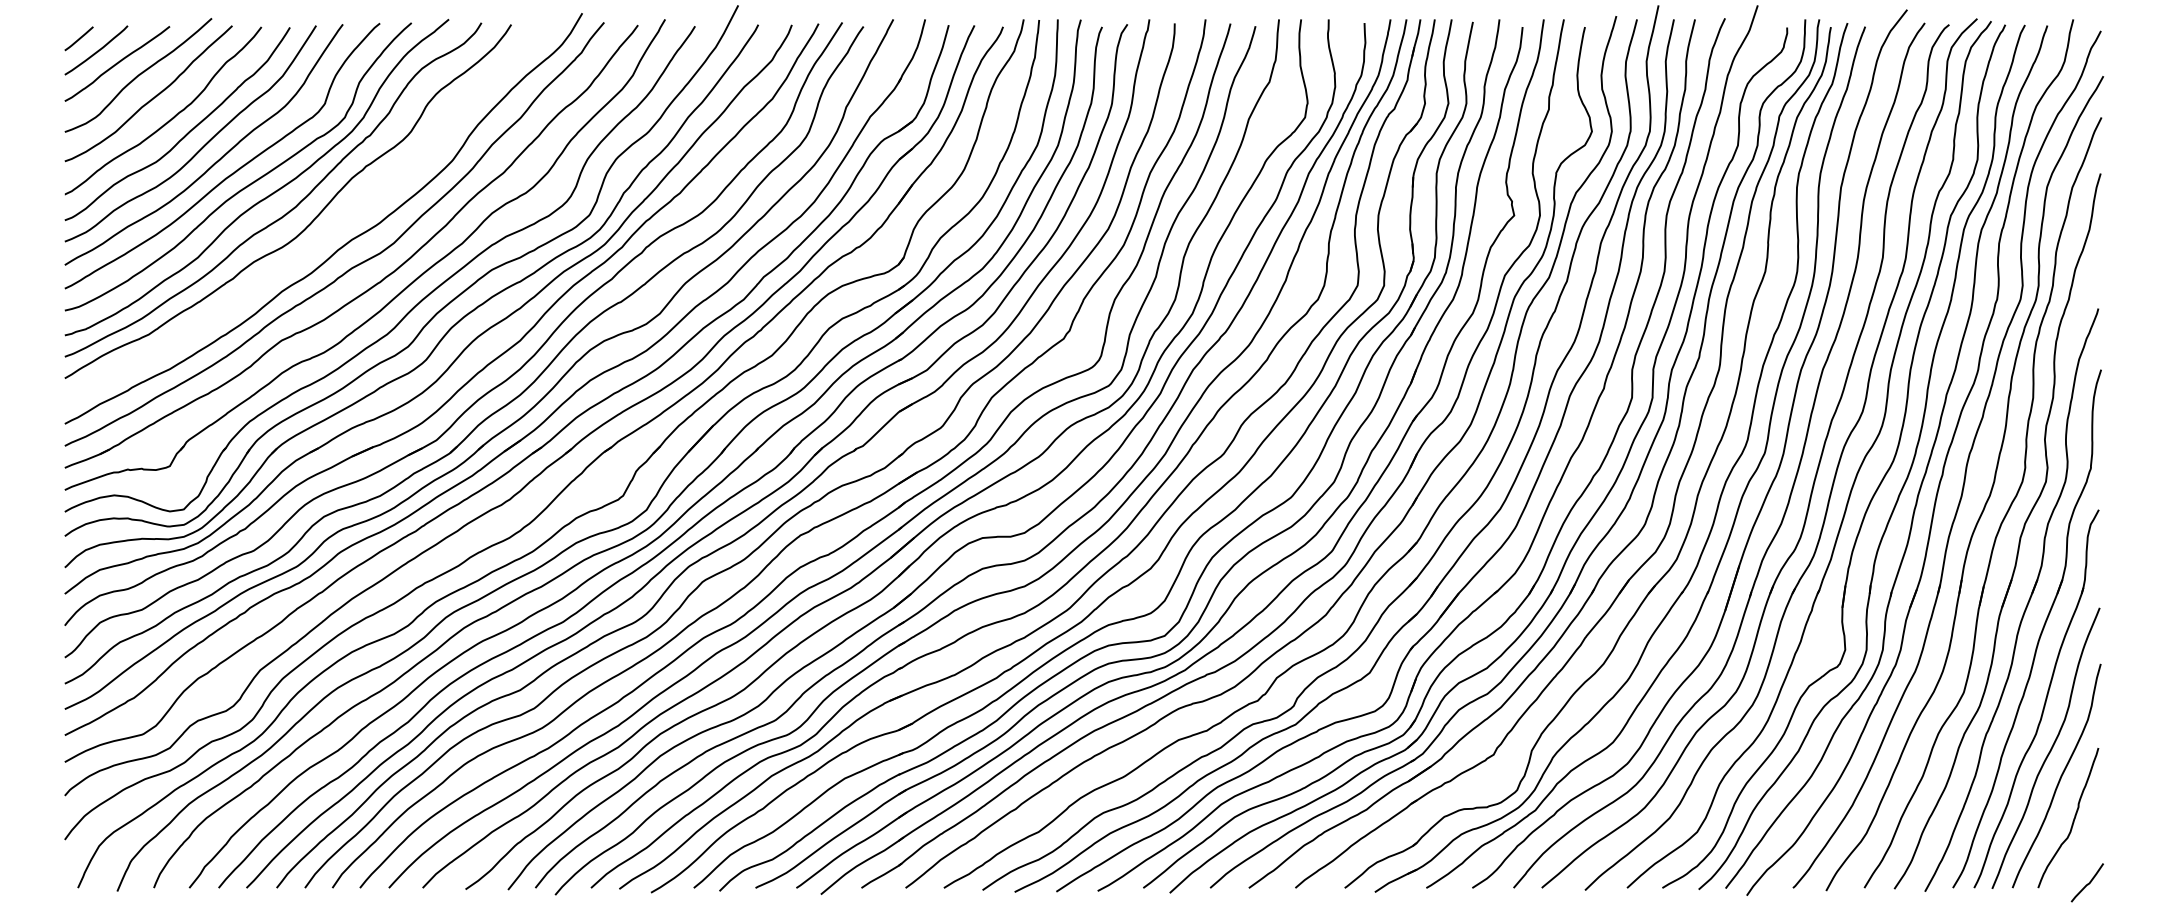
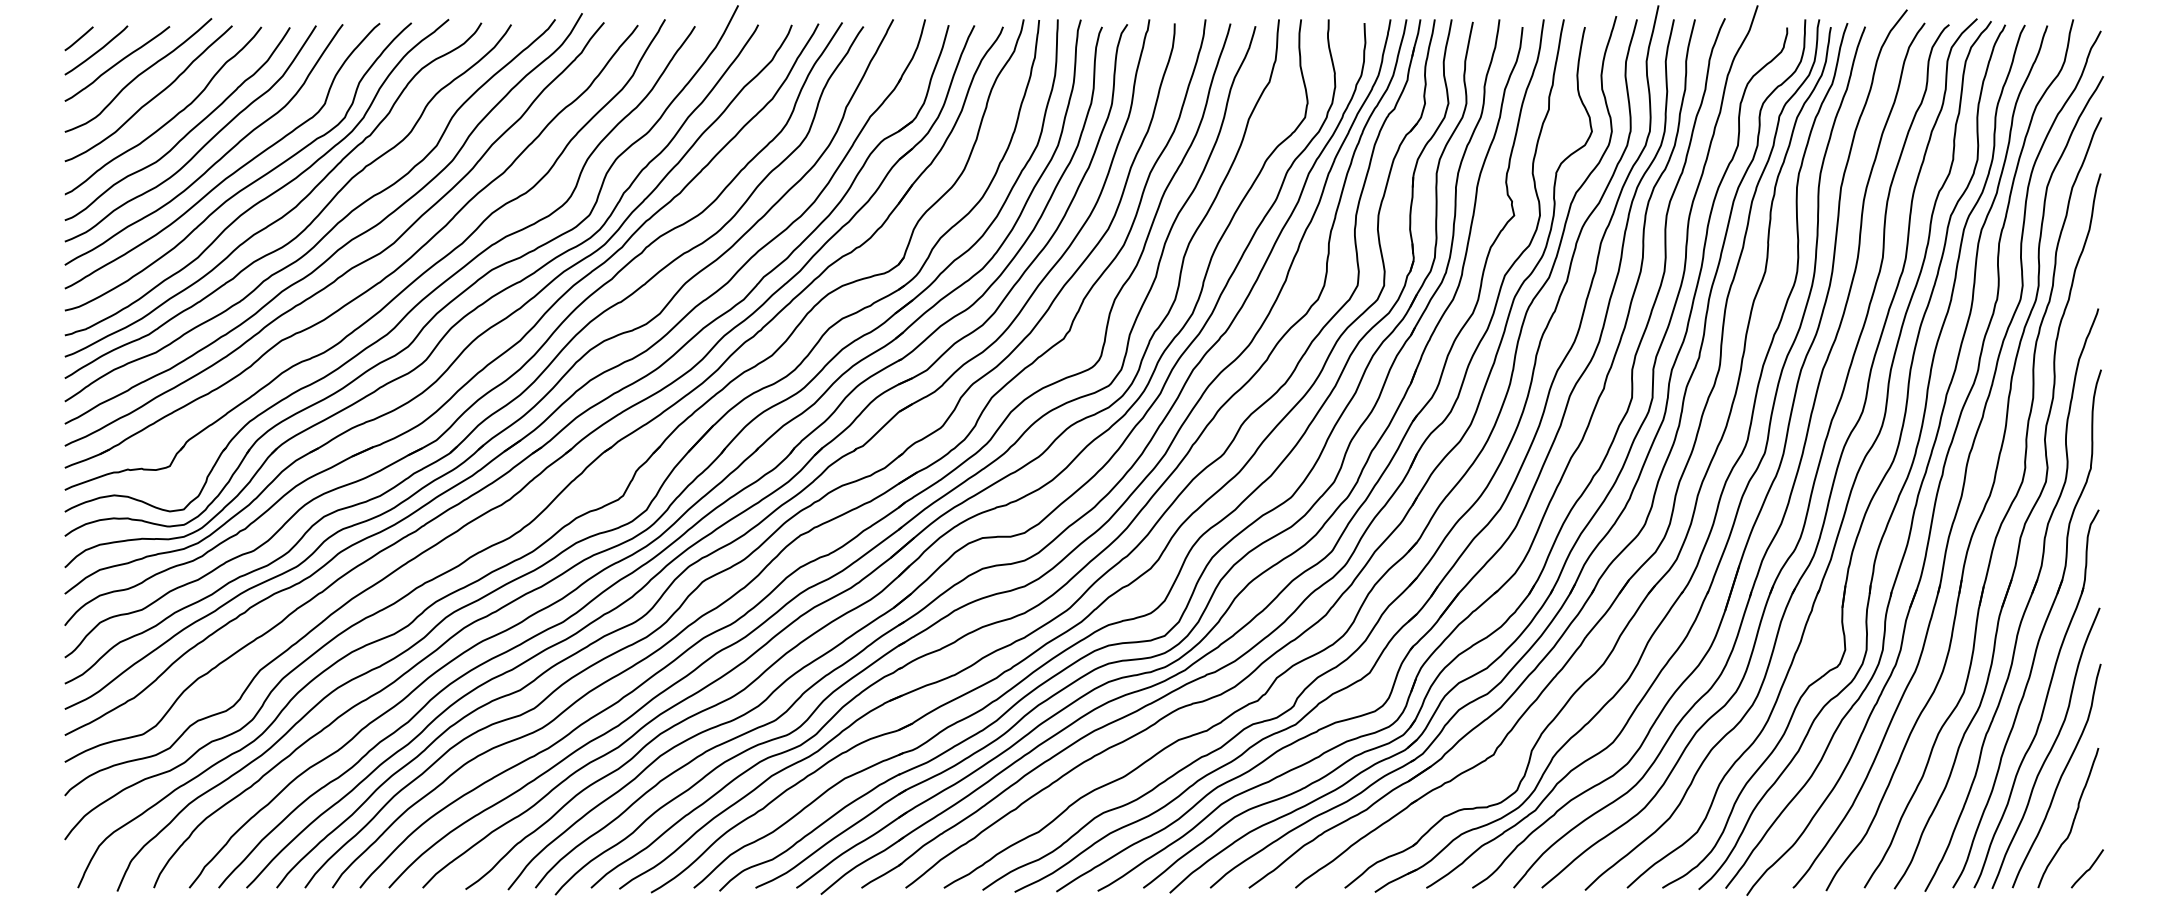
curve at (329, 230): none -> present
curve at (2087, 883) position: (2087, 883) -> (2087, 869)
